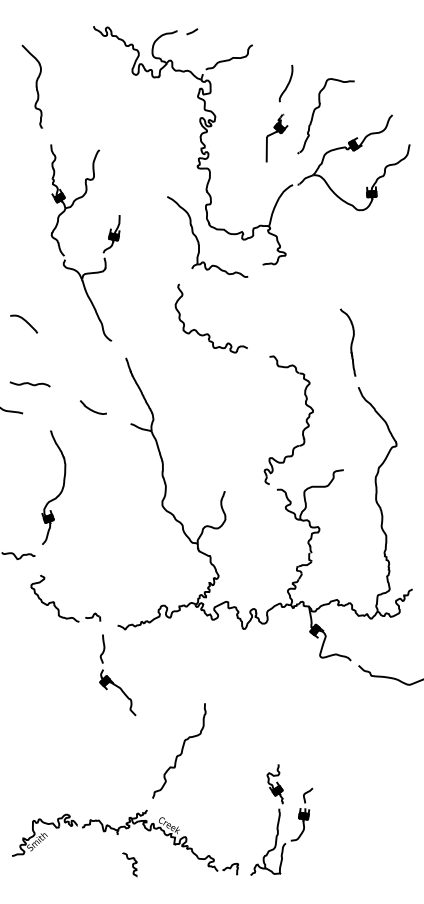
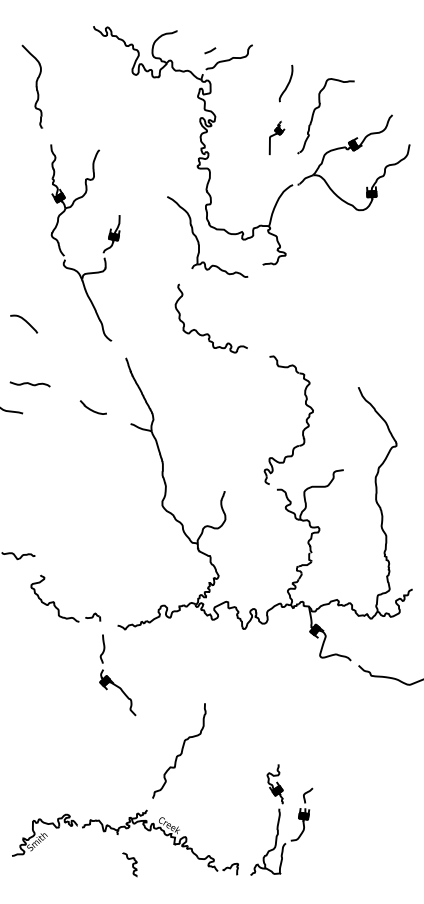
line at (192, 31) position: (192, 31) -> (210, 50)
part at (276, 137) size: 24x50 px -> 18x36 px
part at (348, 342): present -> none
part at (60, 491): present -> none
